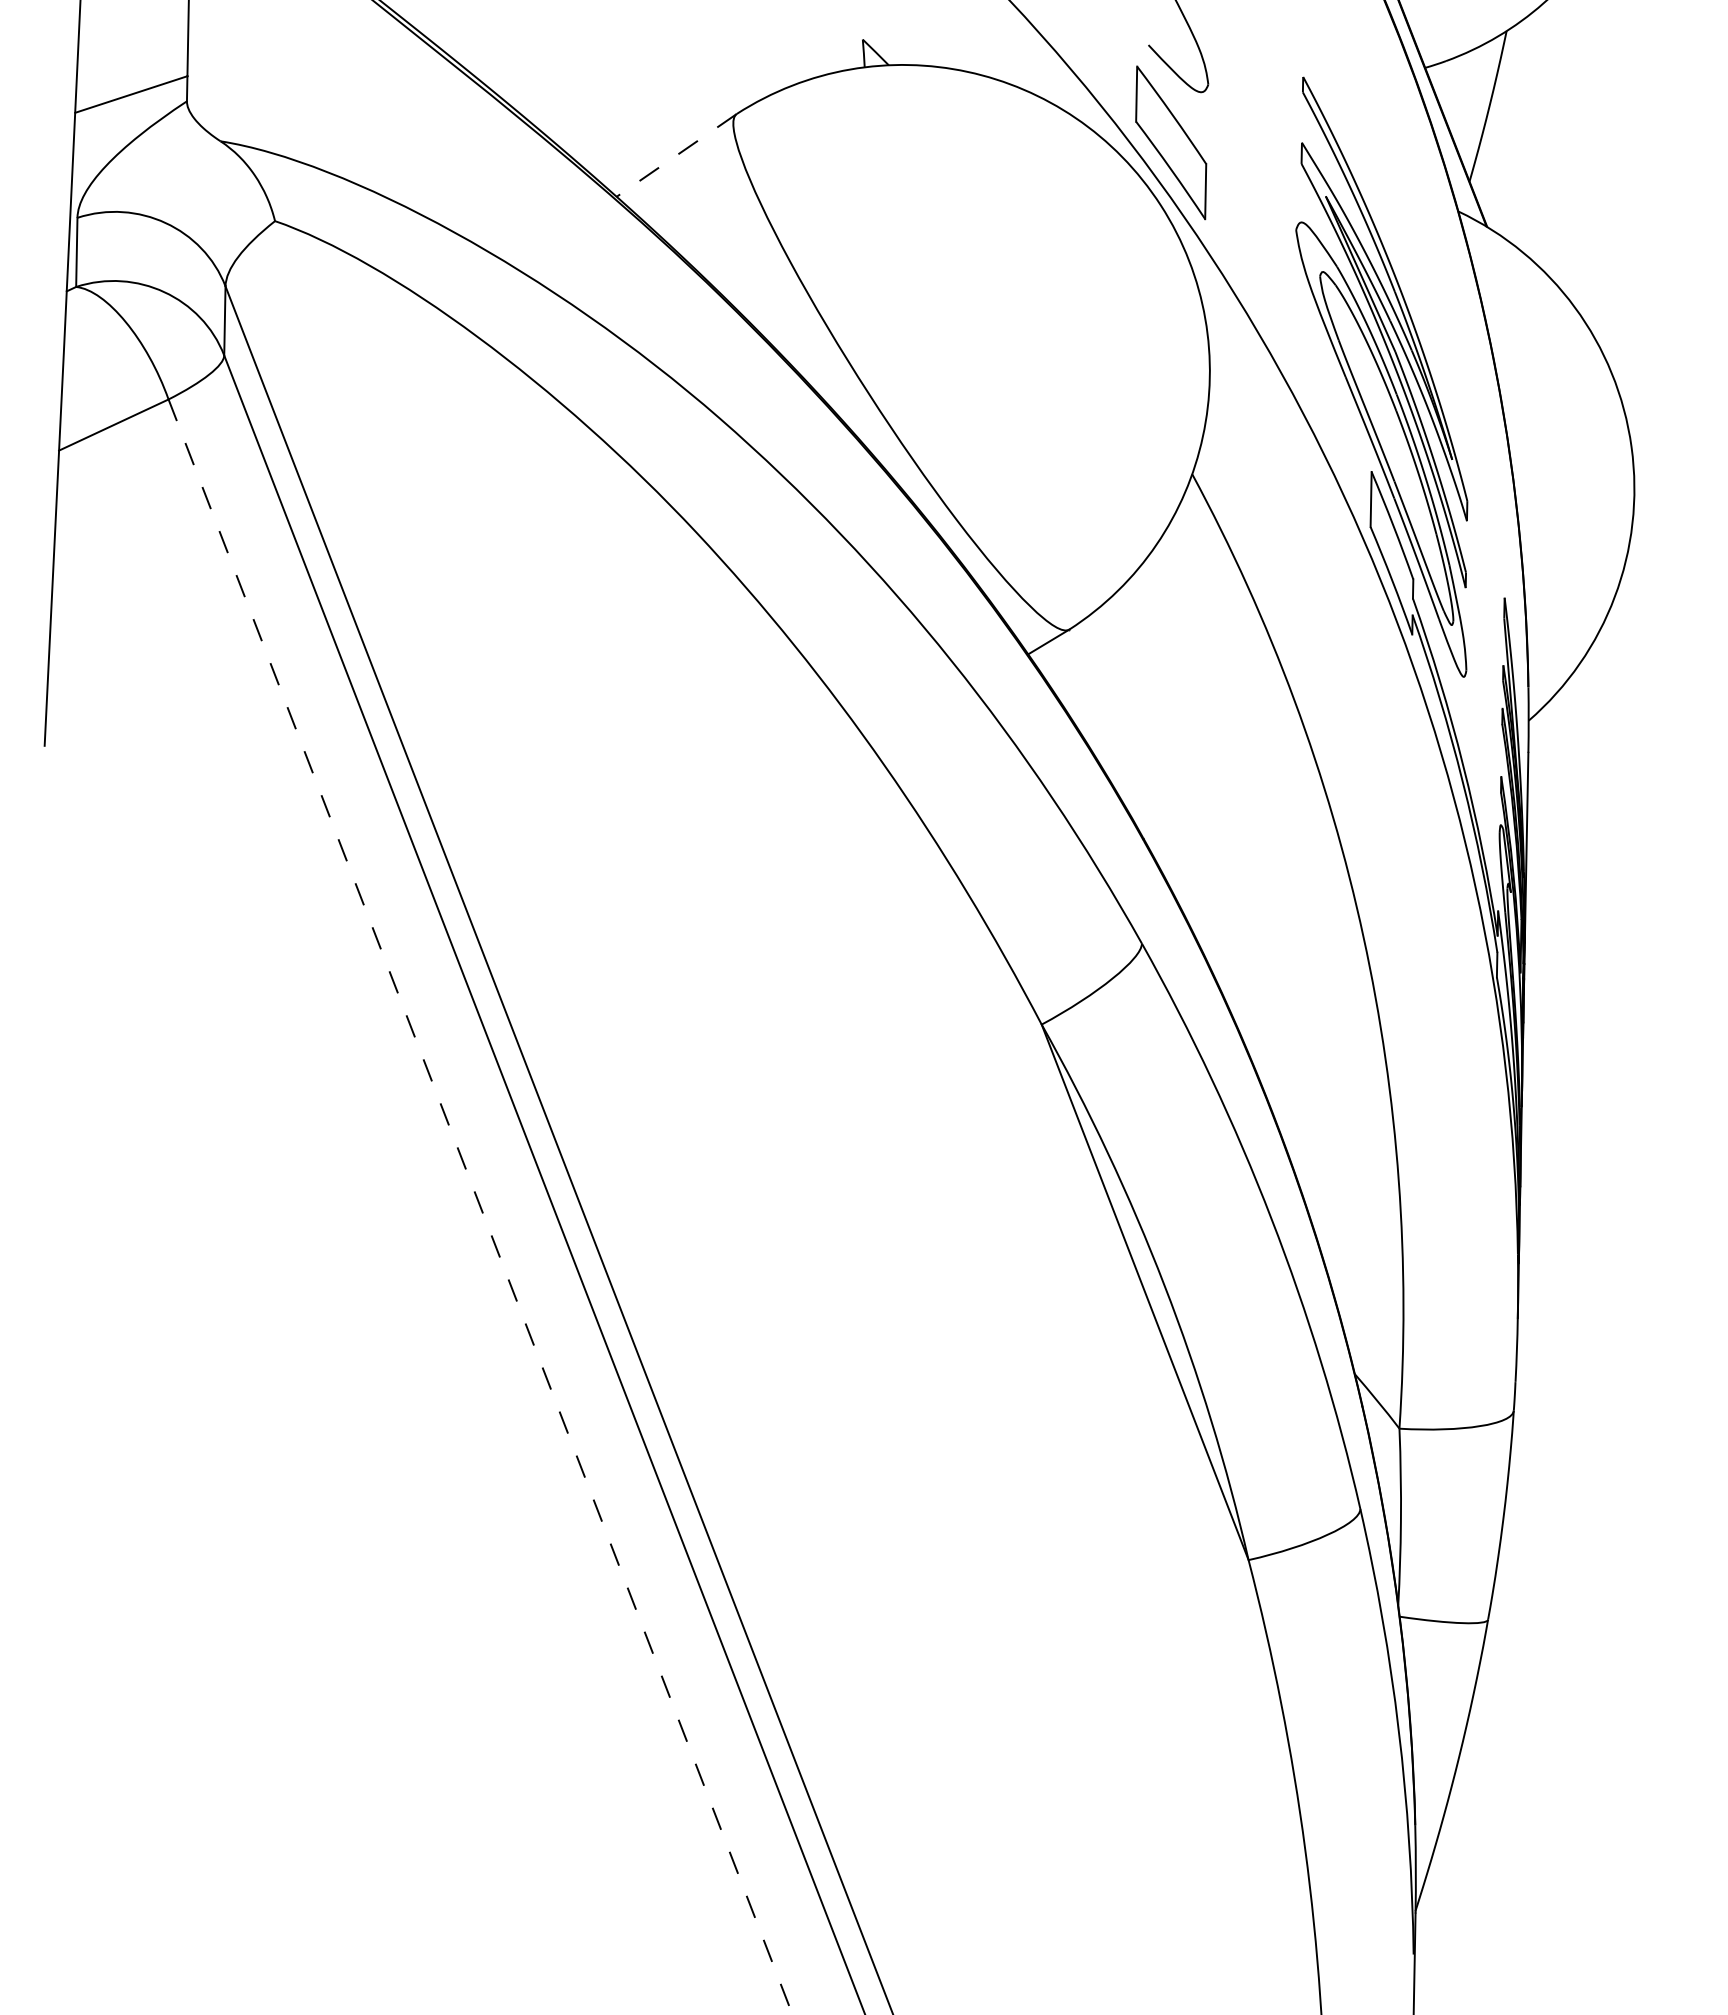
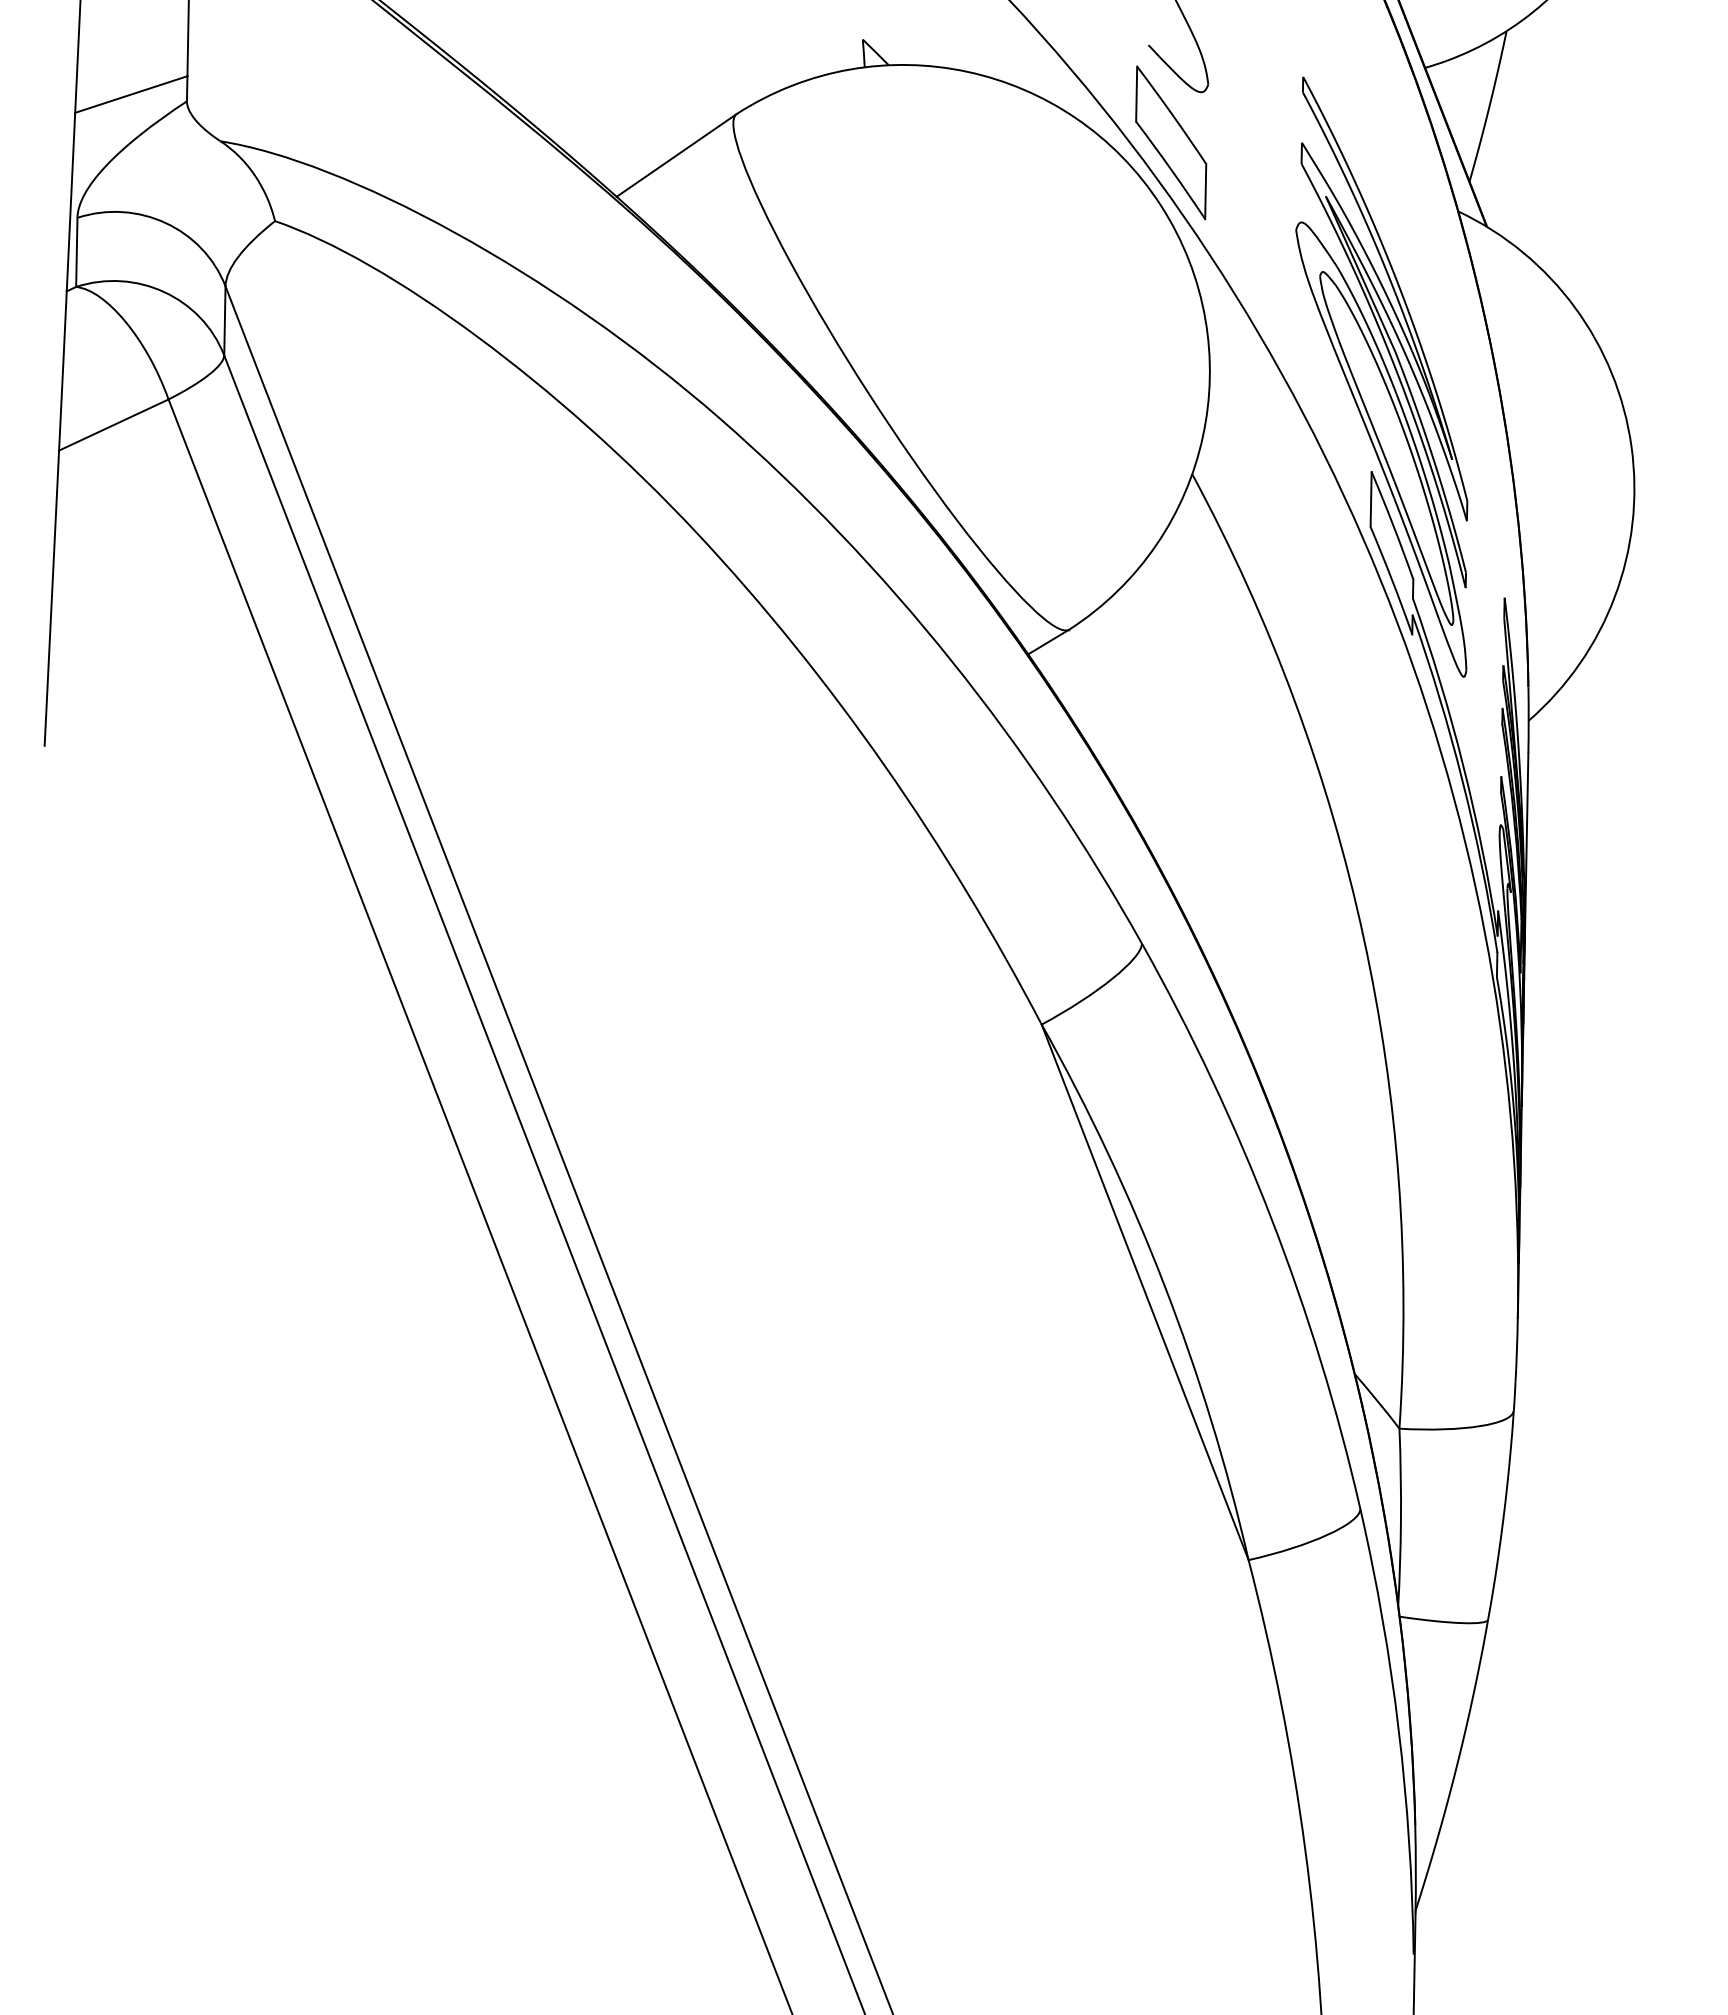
line at (676, 155): dashed -> solid
line at (480, 1207): dashed -> solid
